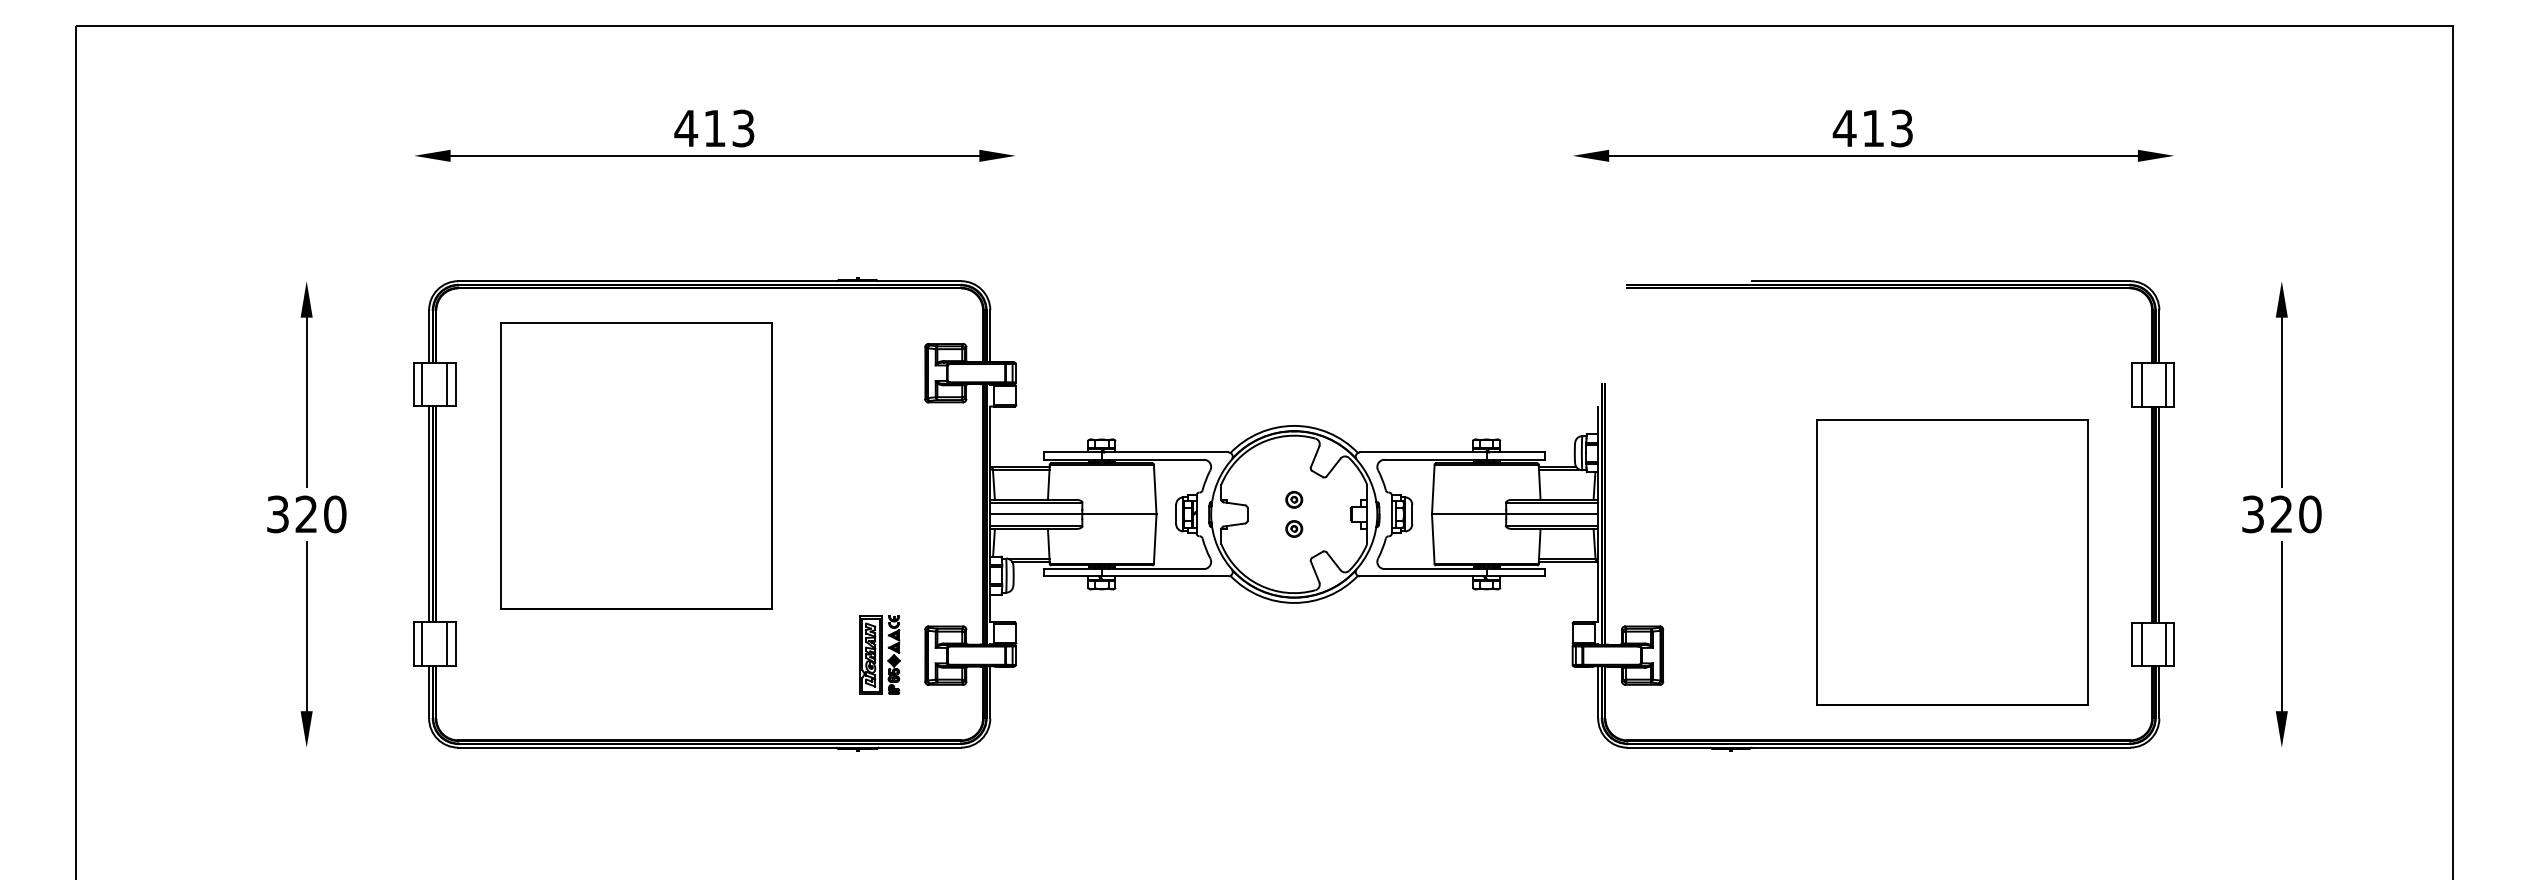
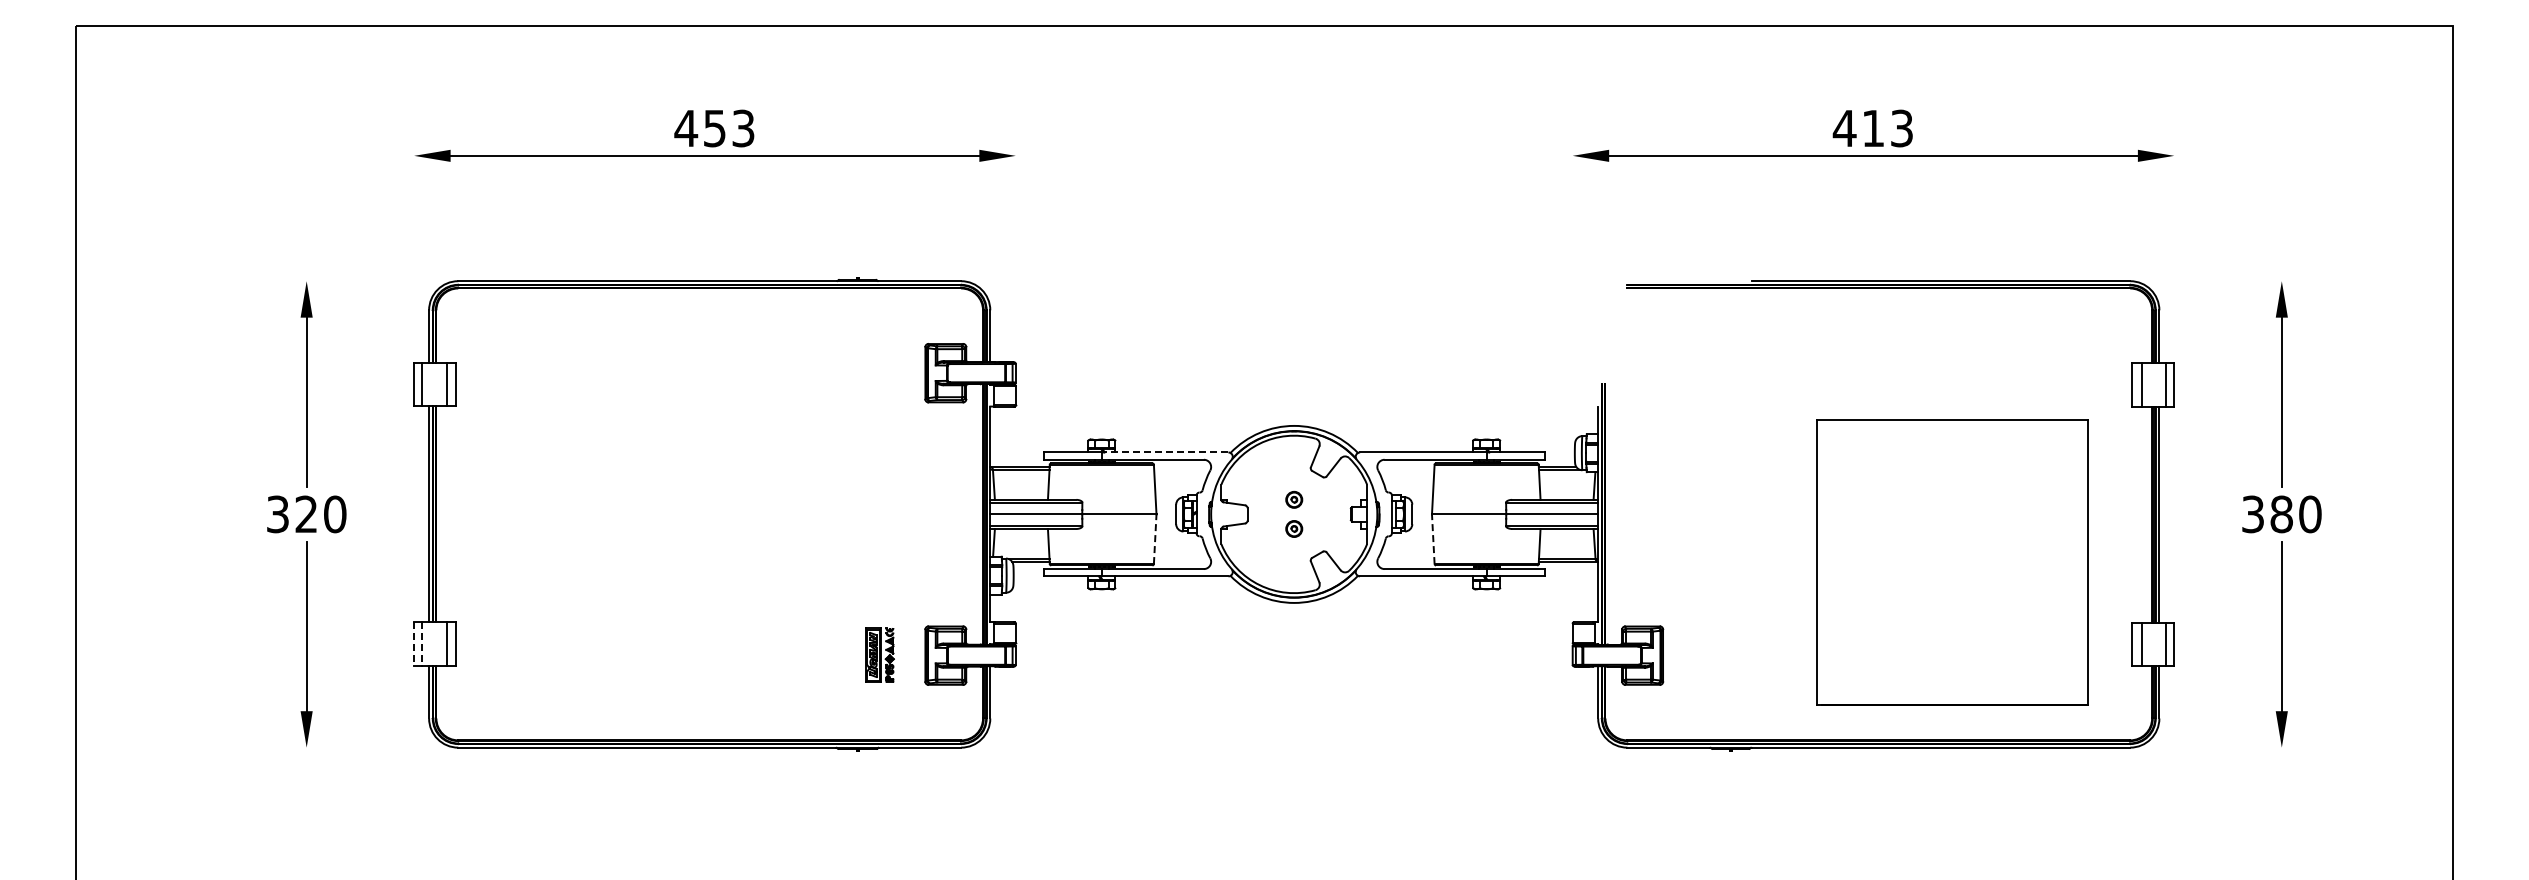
text at (714, 128): 413 -> 453
line at (1164, 452): solid -> dashed
part at (636, 465): present -> none
text at (2281, 514): 320 -> 380
line at (1155, 539): solid -> dashed
line at (1433, 539): solid -> dashed
line at (414, 643): solid -> dashed
line at (422, 643): solid -> dashed
part at (879, 654) size: 42x80 px -> 30x56 px
